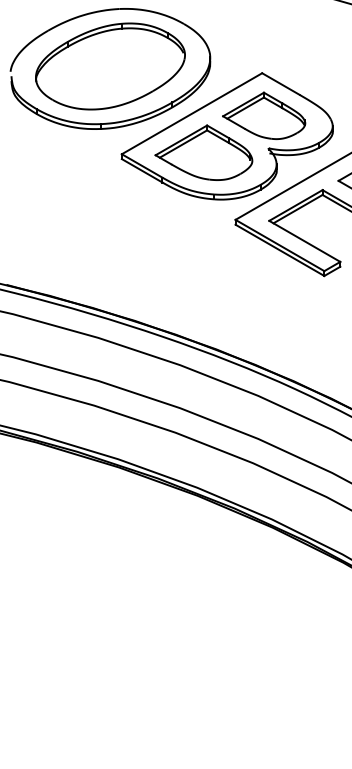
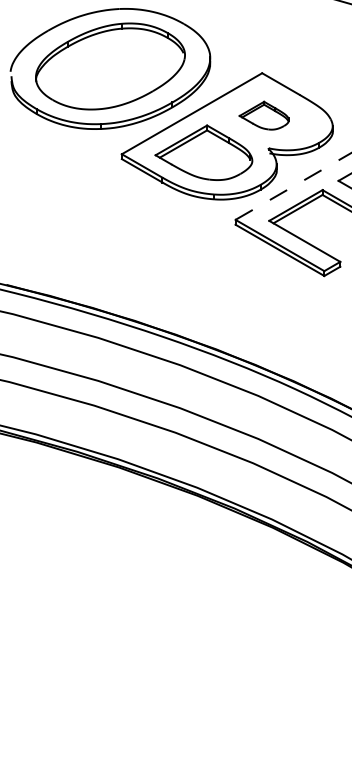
part at (264, 115) size: 85x49 px -> 52x31 px
line at (294, 186): solid -> dashed
